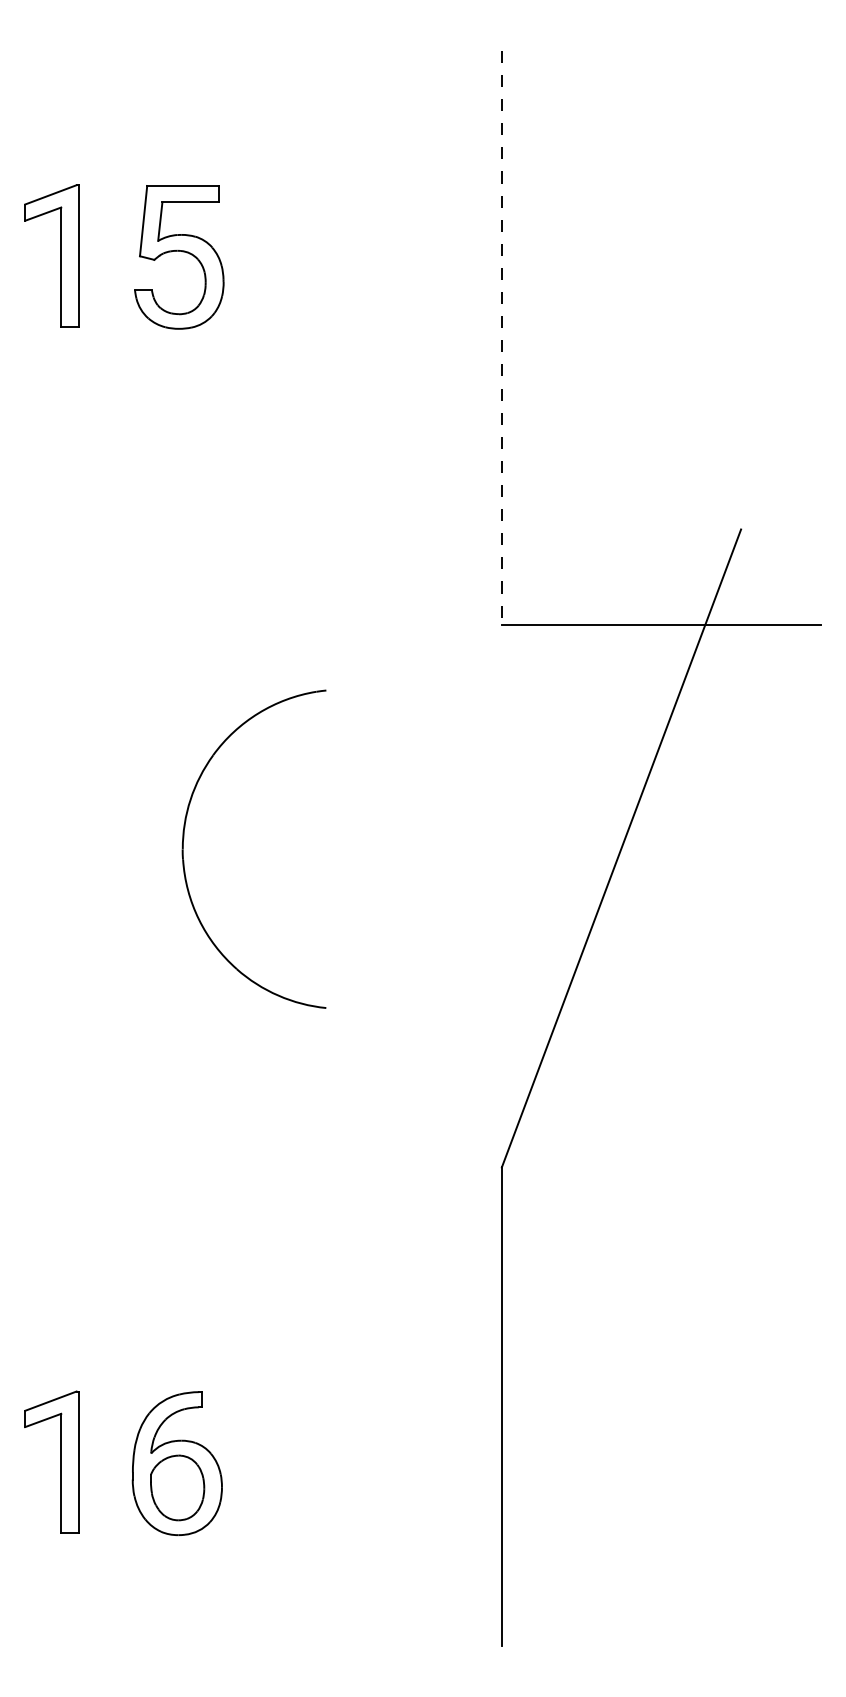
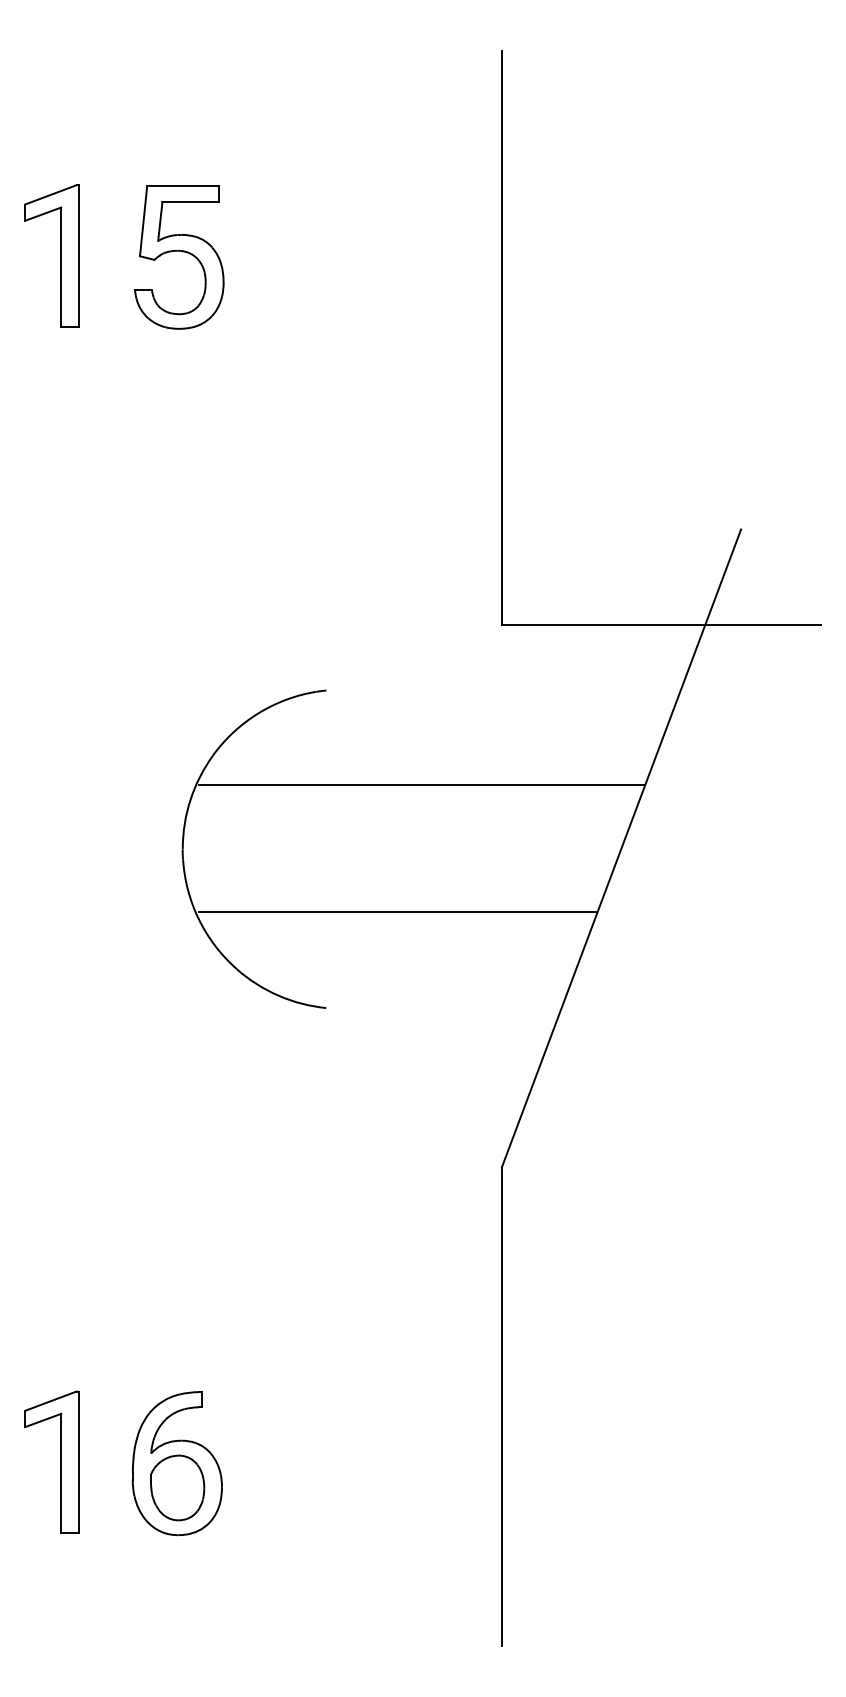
line at (501, 338): dashed -> solid
line at (421, 784): none -> present
line at (397, 912): none -> present
